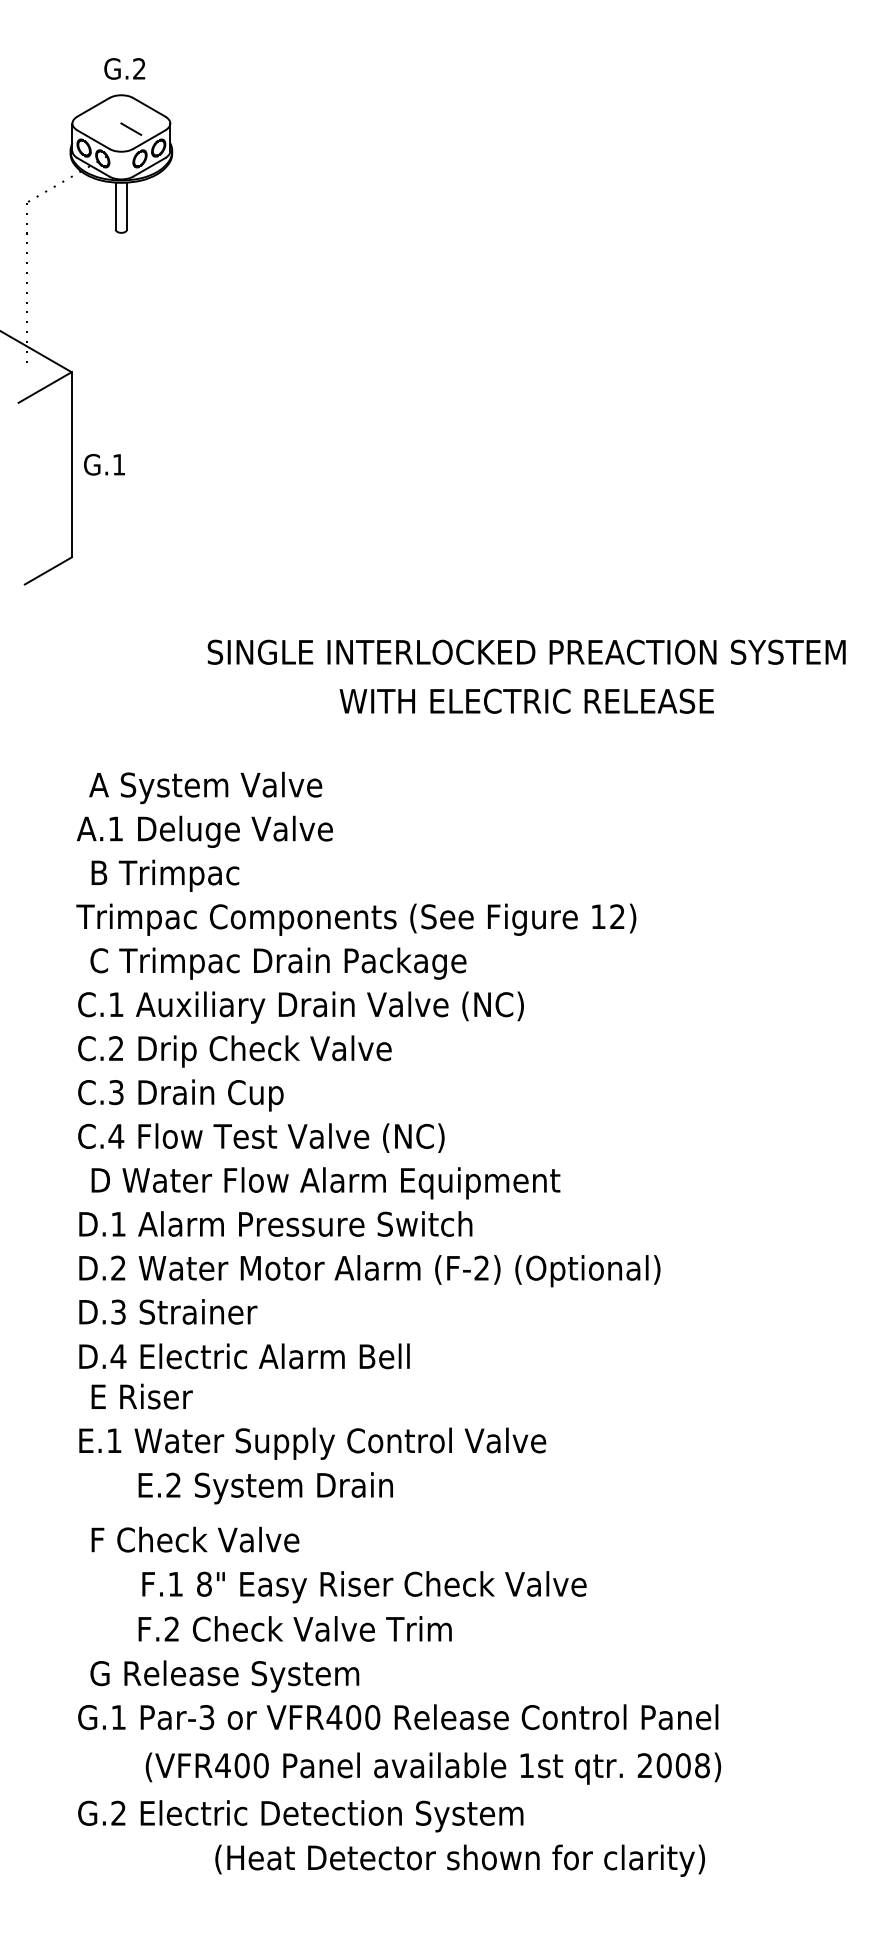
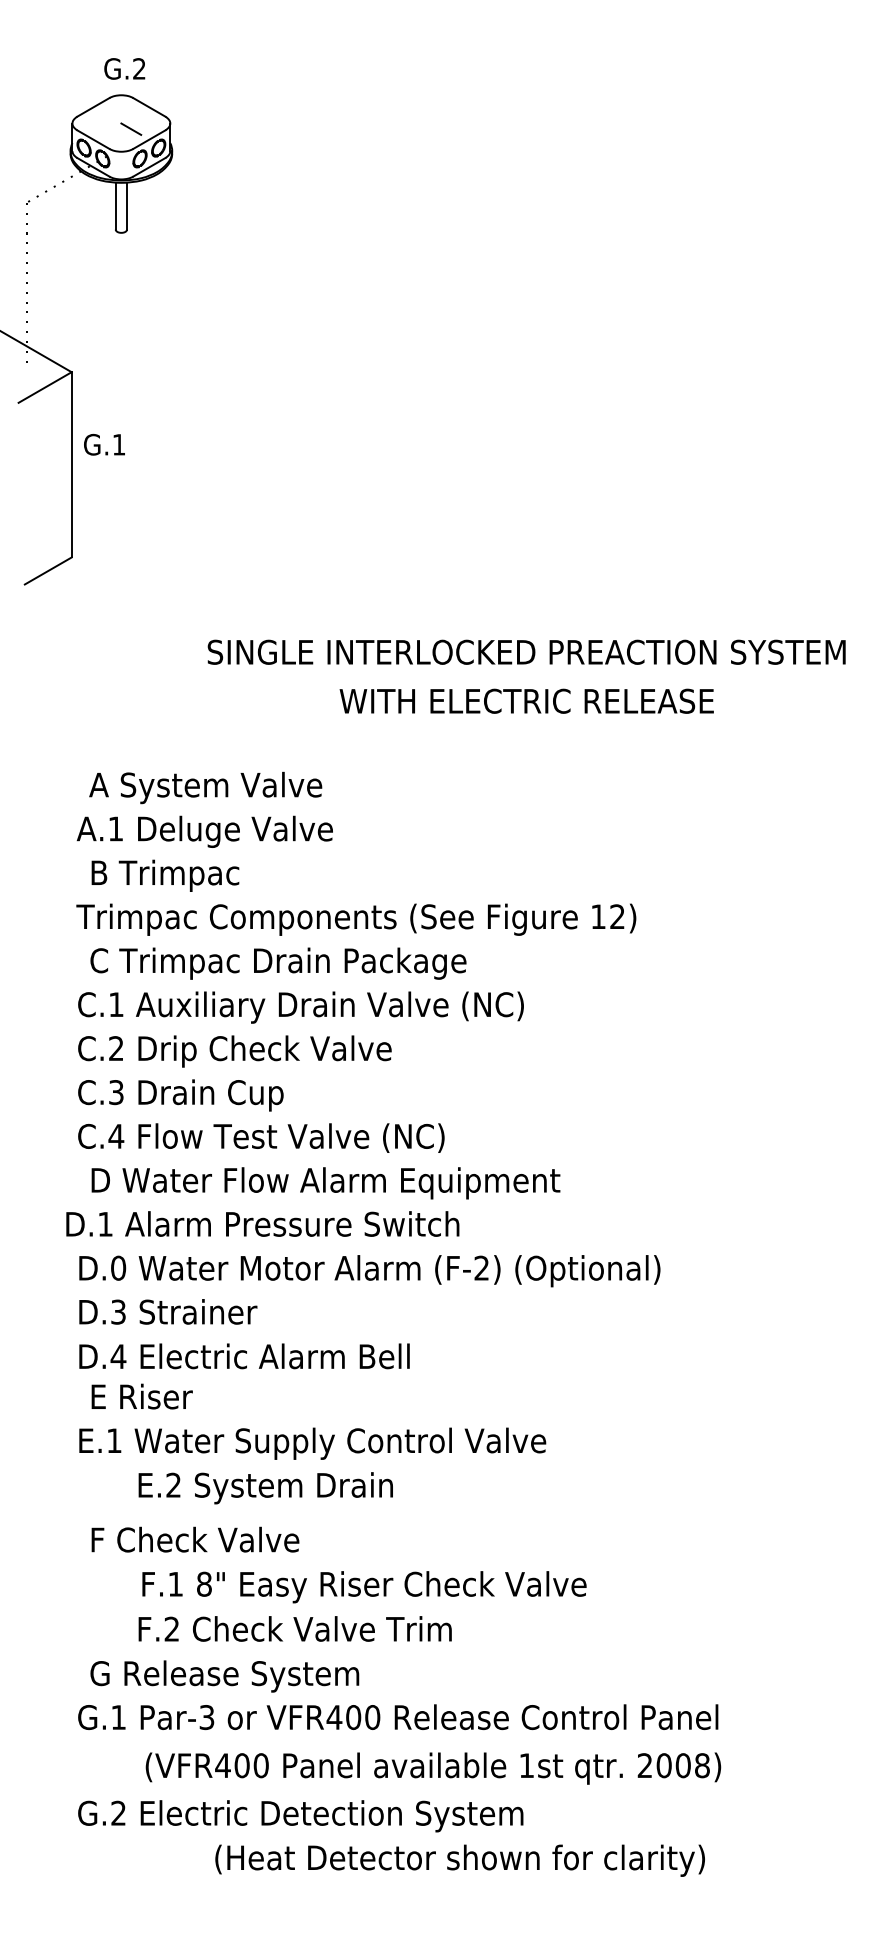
text at (104, 464) position: (104, 464) -> (104, 444)
text at (275, 1223) position: (275, 1223) -> (262, 1223)
text at (118, 1267): D.2 -> D.0
